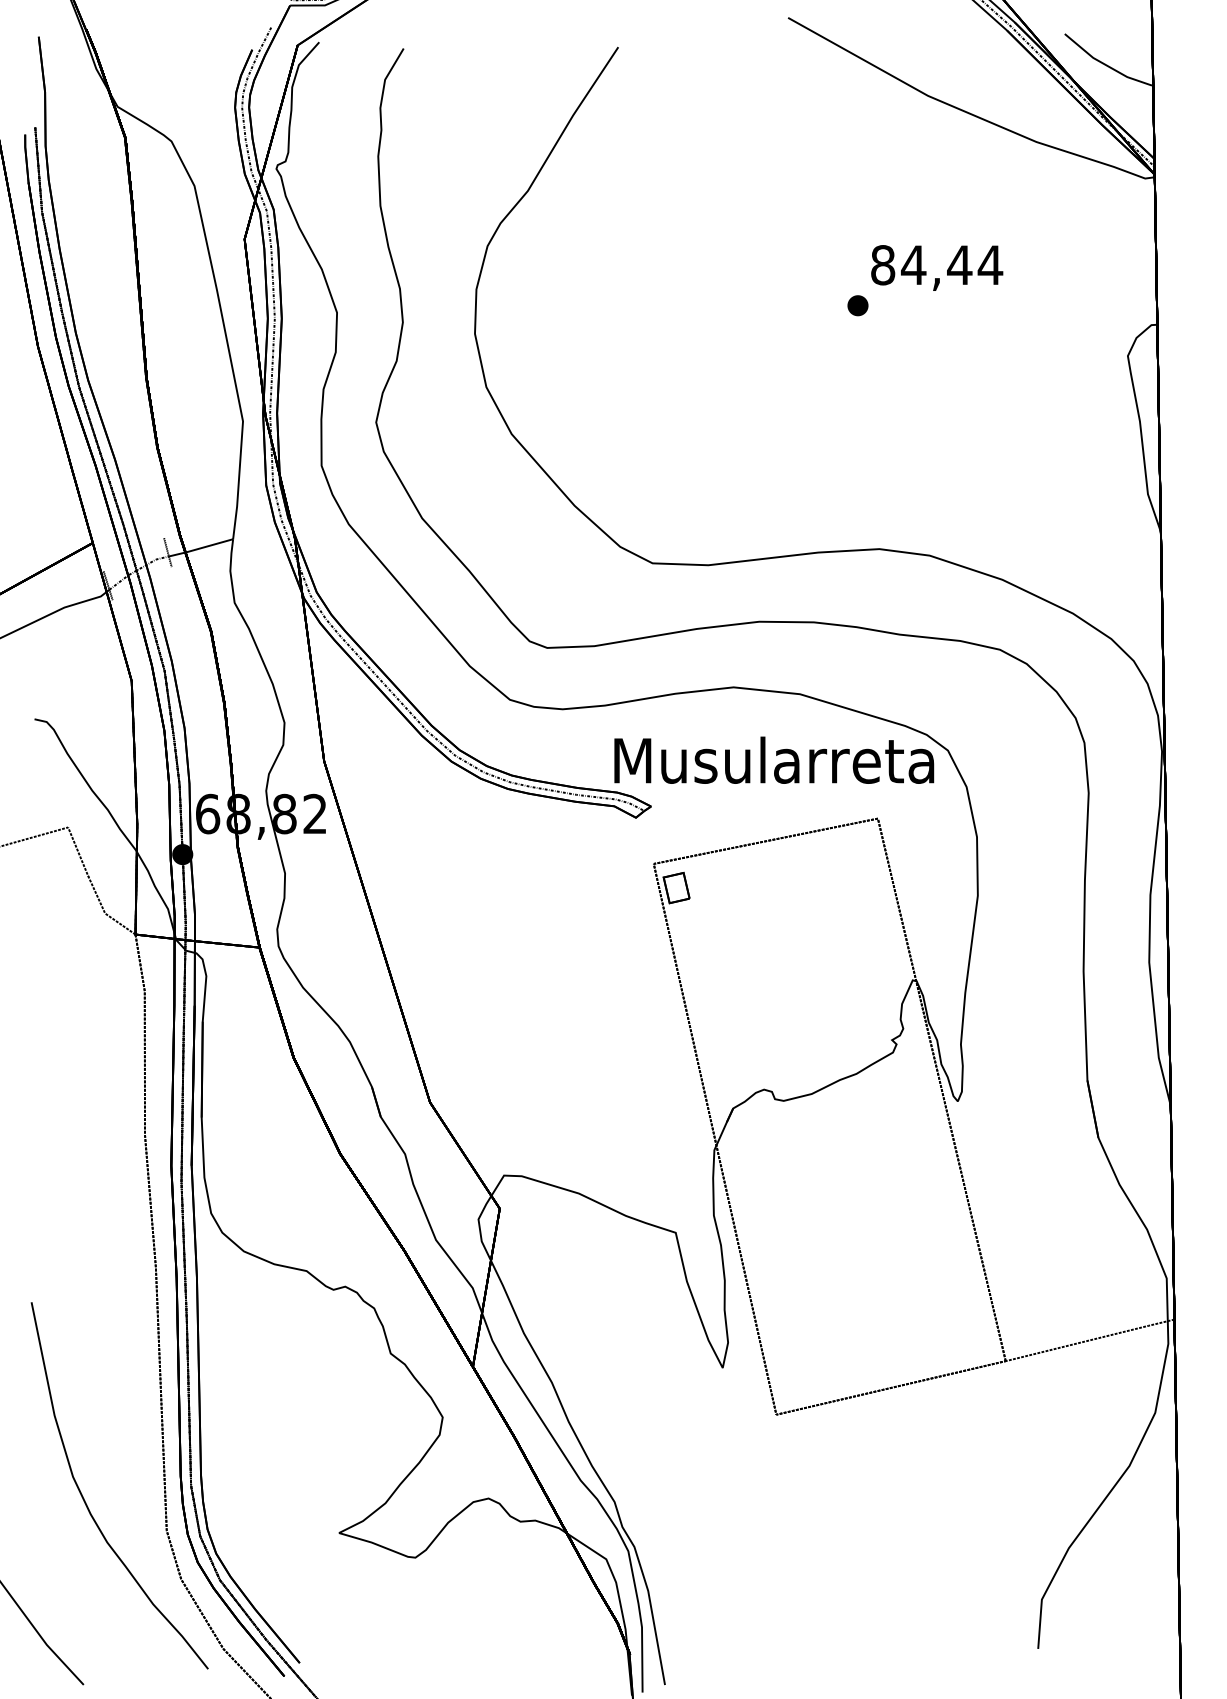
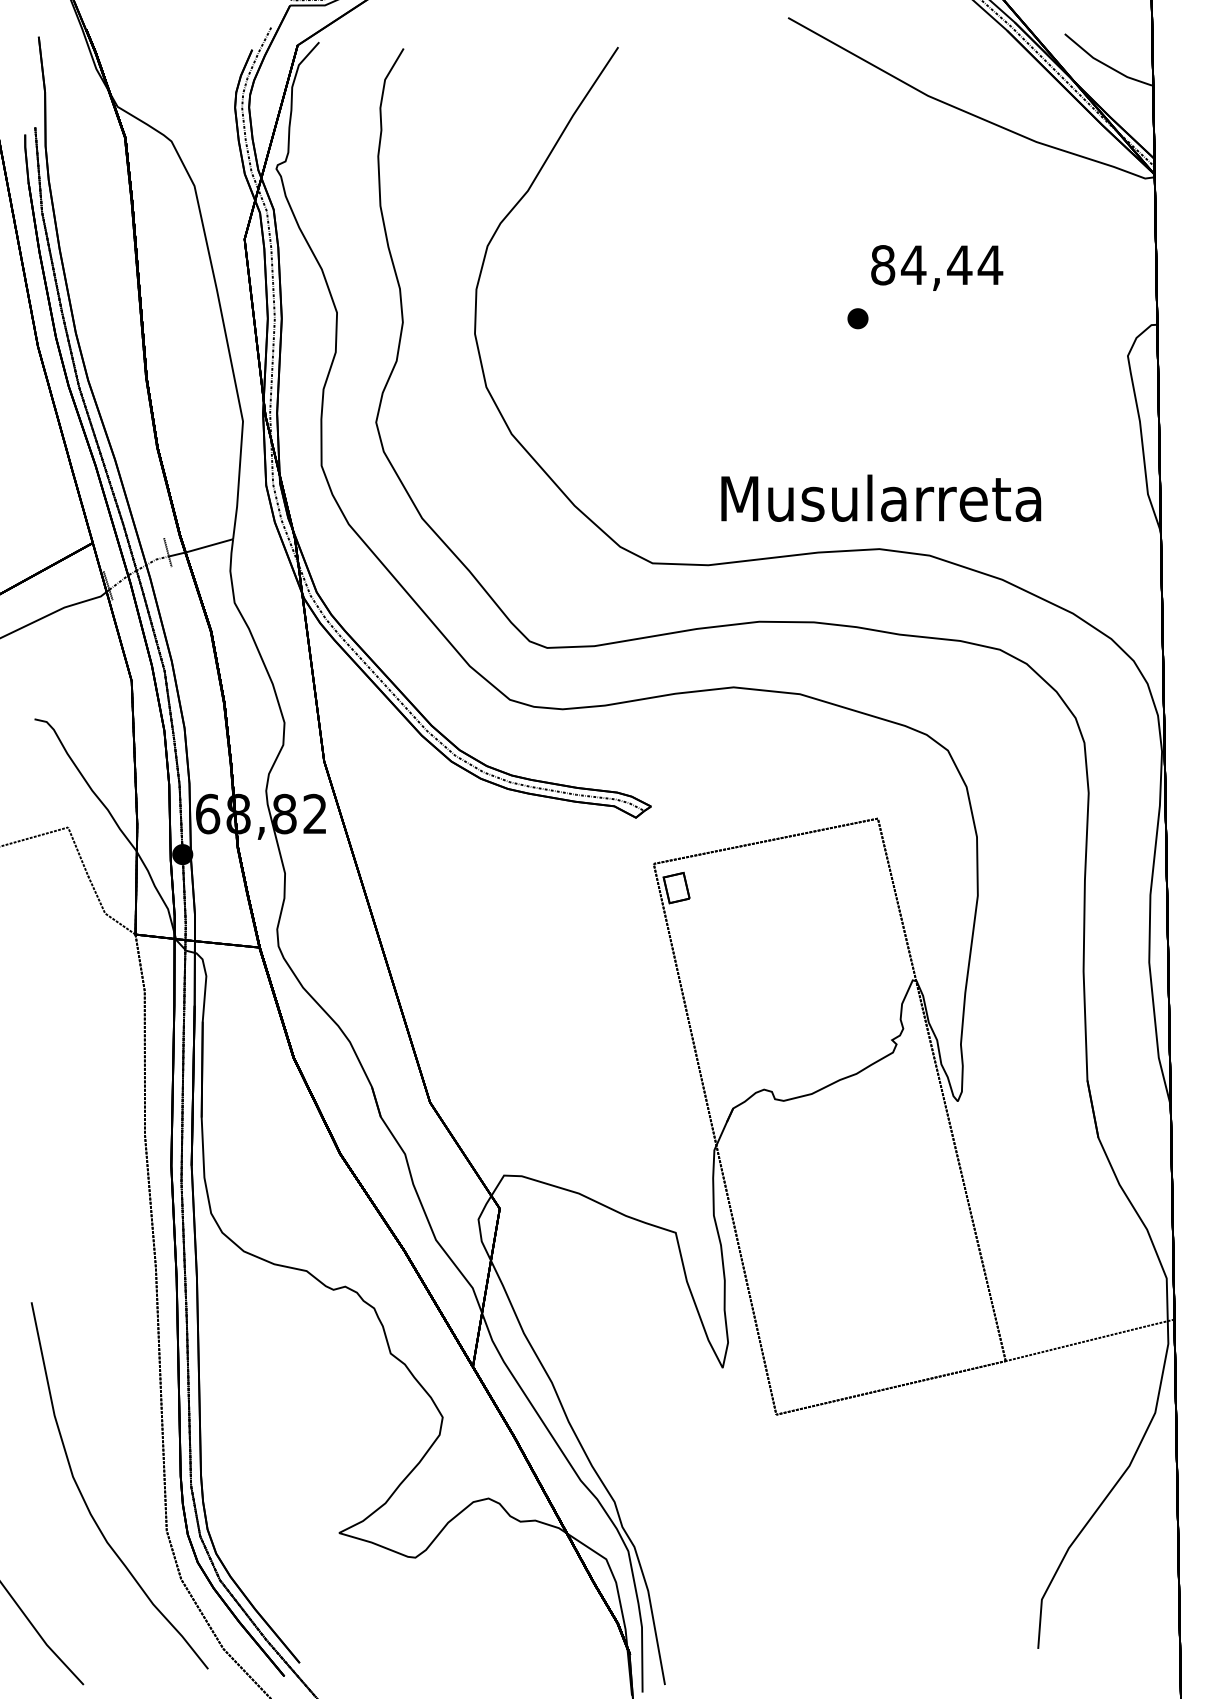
part at (857, 305) position: (857, 305) -> (857, 318)
text at (774, 759) position: (774, 759) -> (881, 497)
